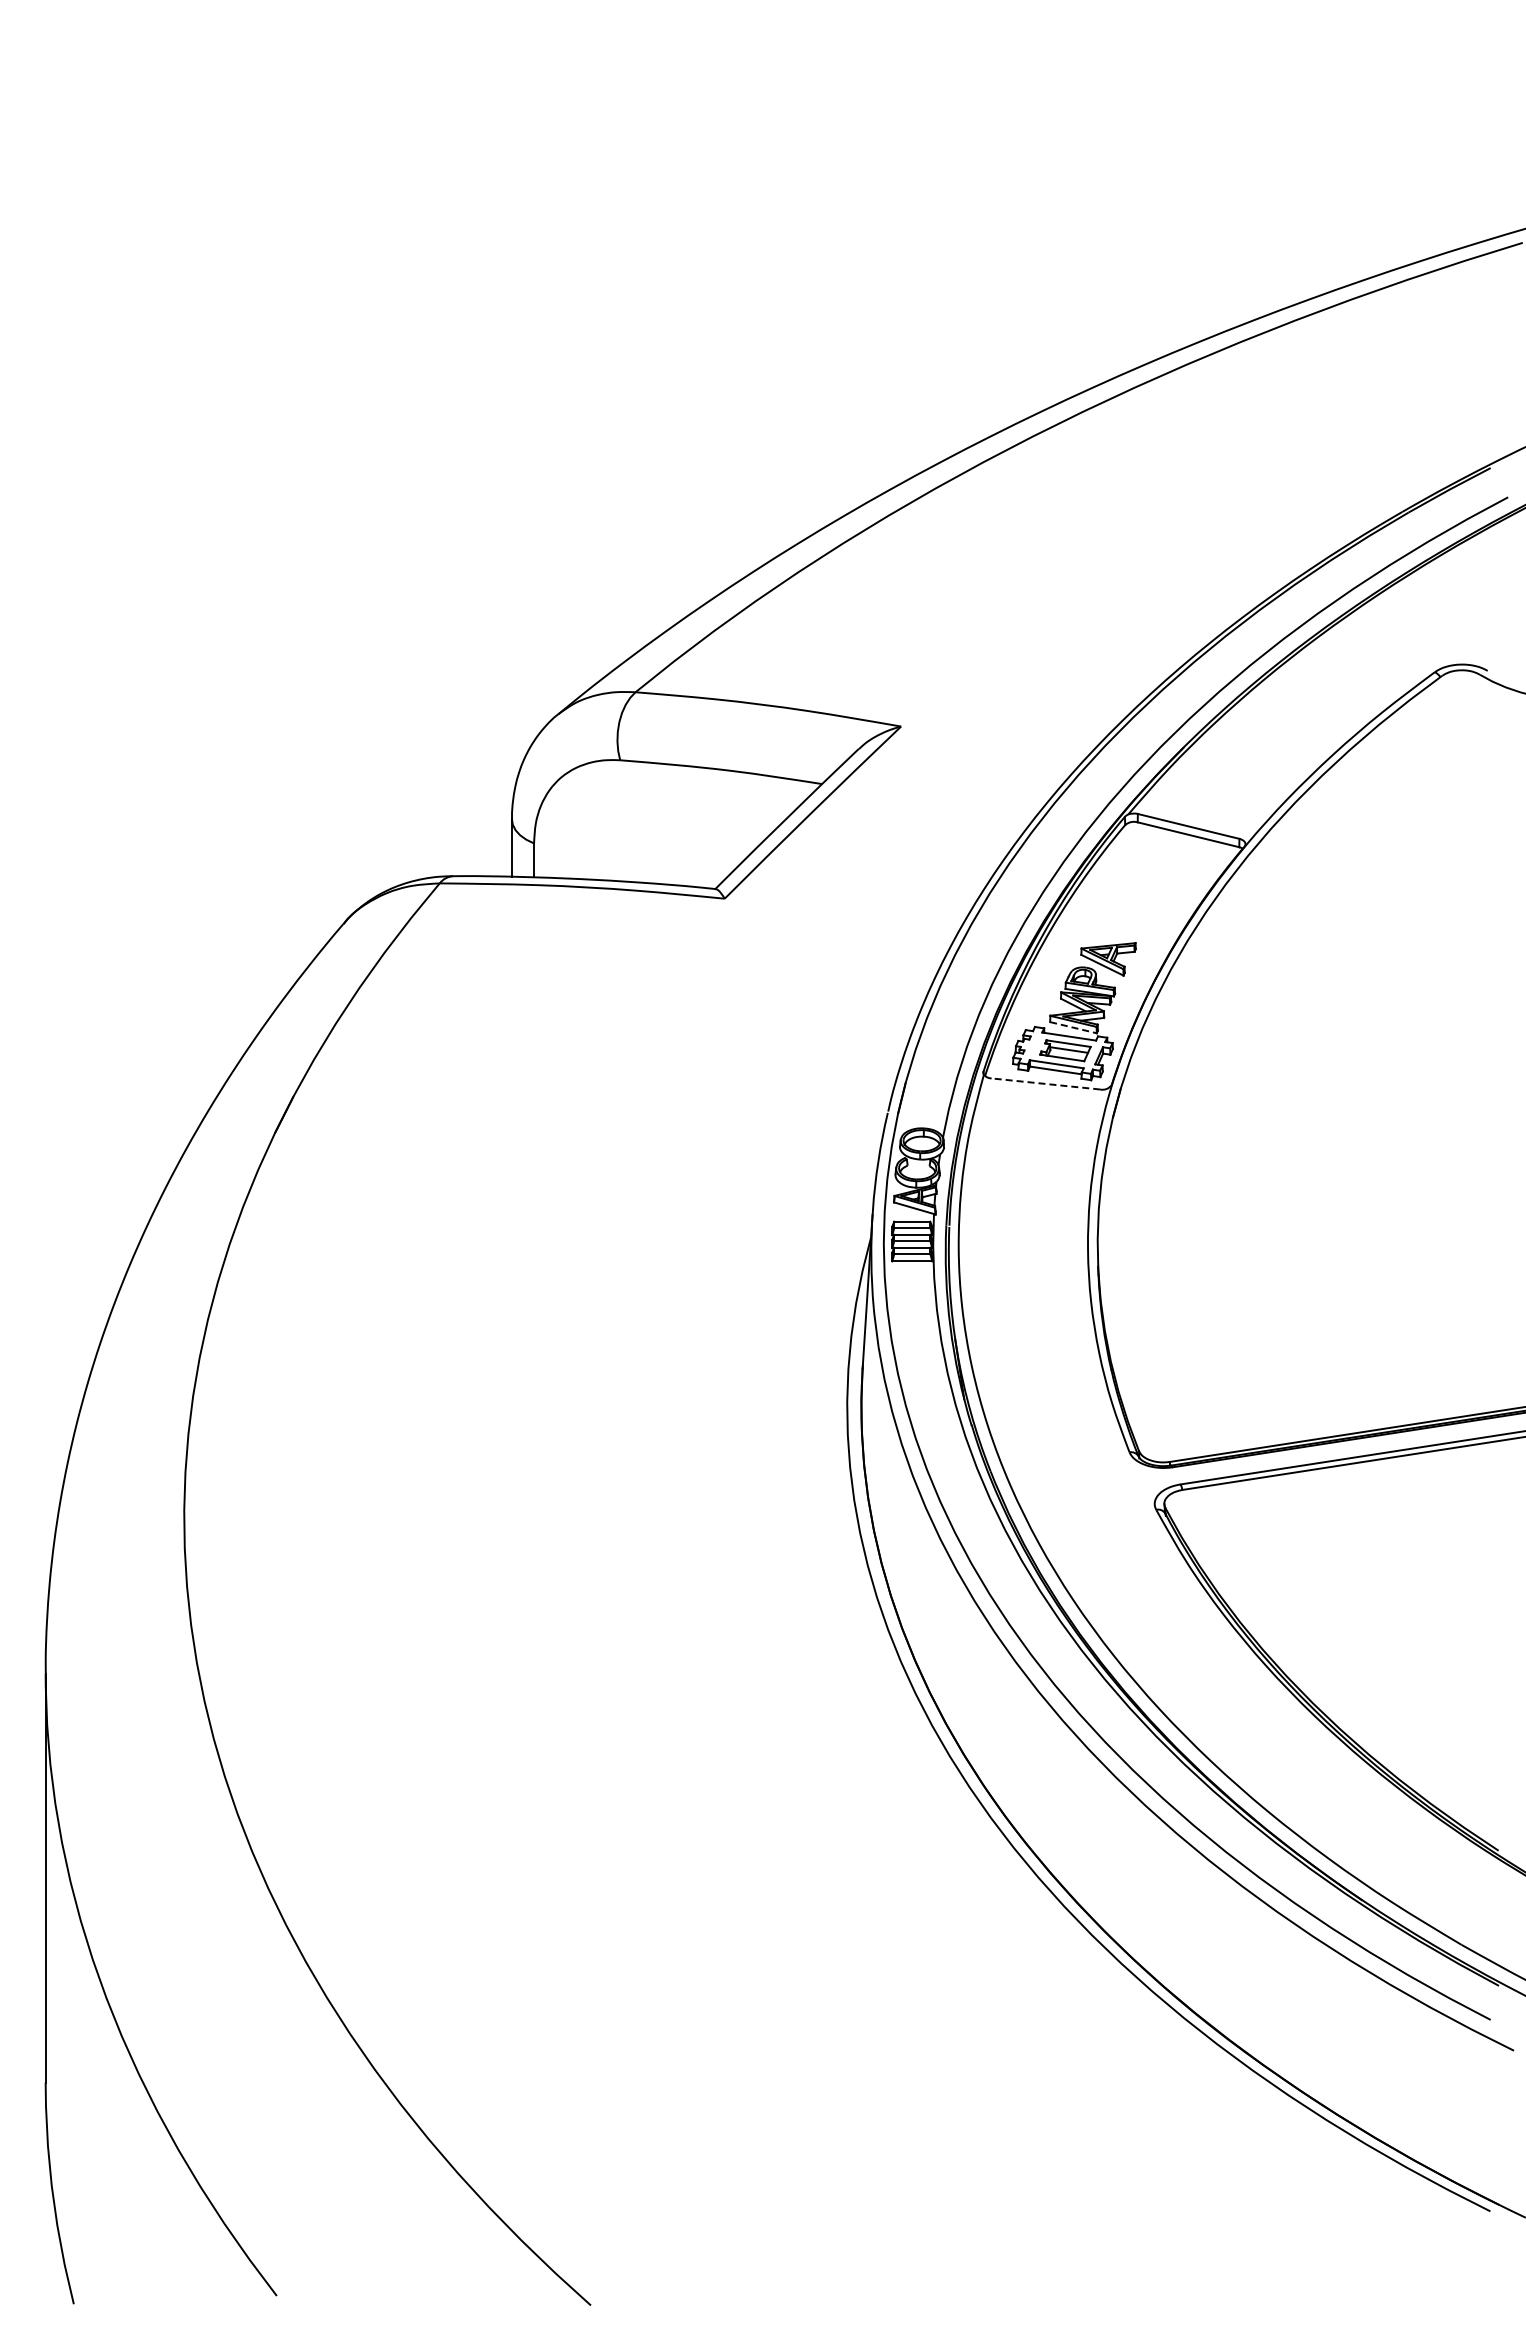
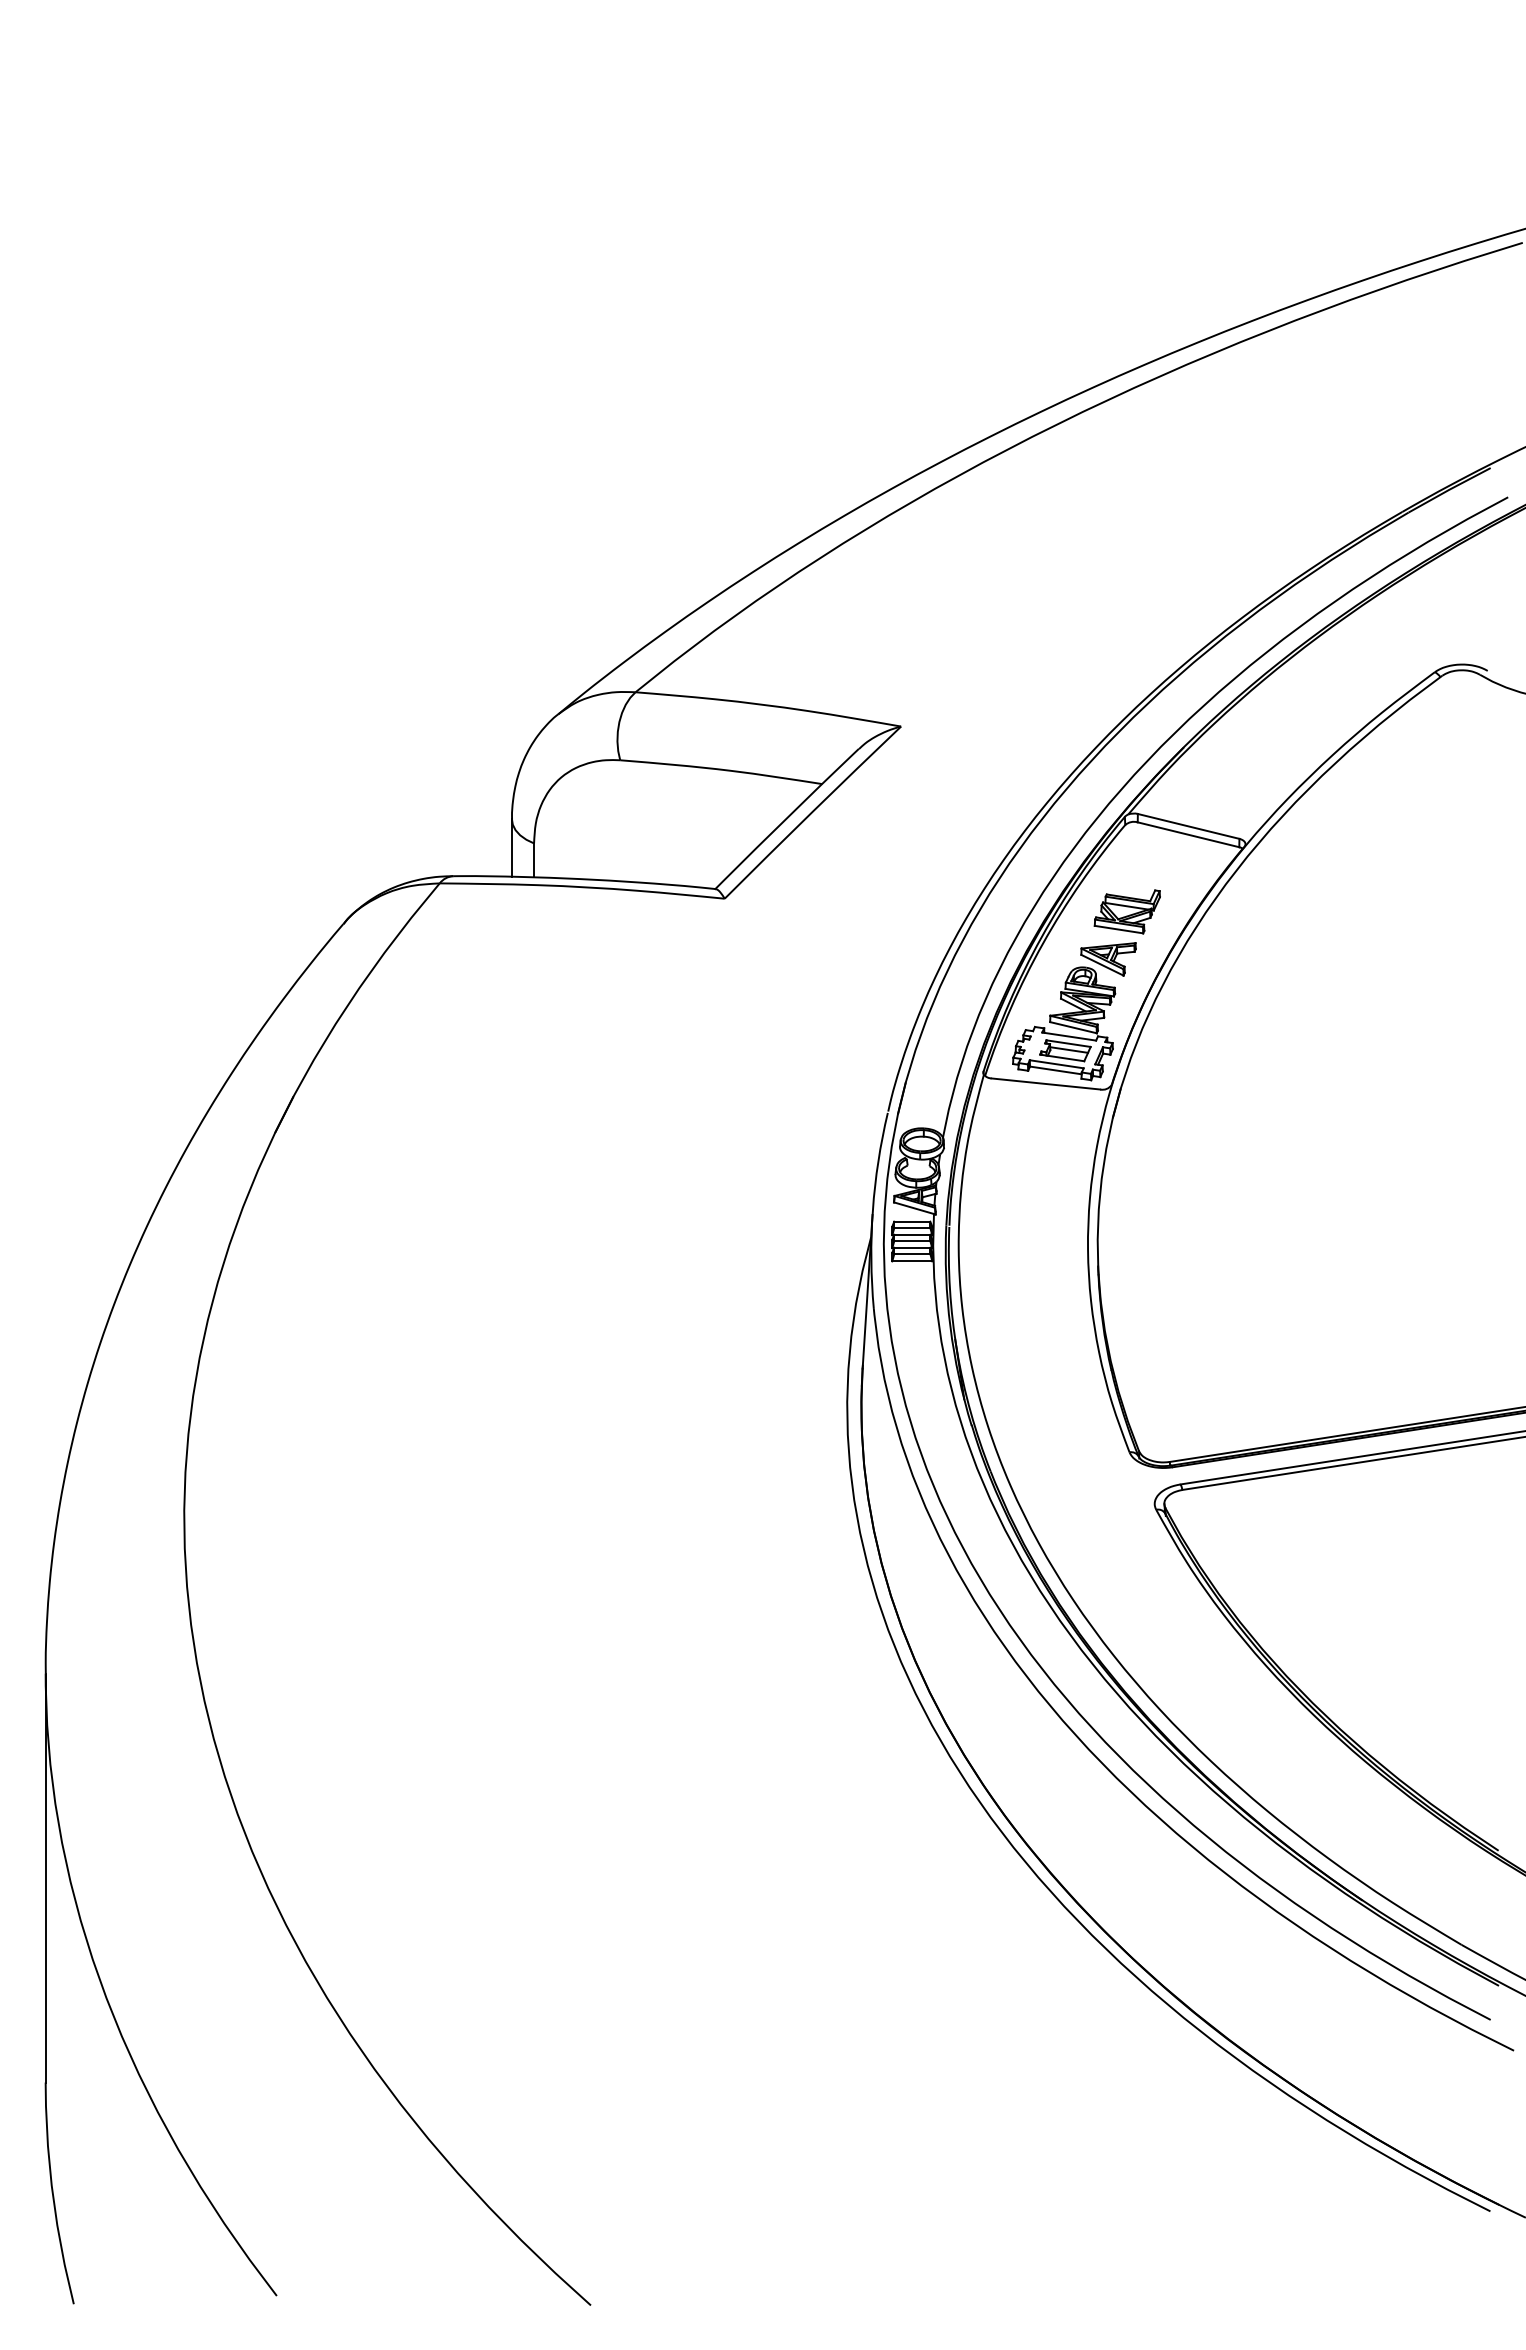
part at (1126, 911): none -> present
line at (1073, 1027): dashed -> solid
line at (1045, 1083): dashed -> solid
